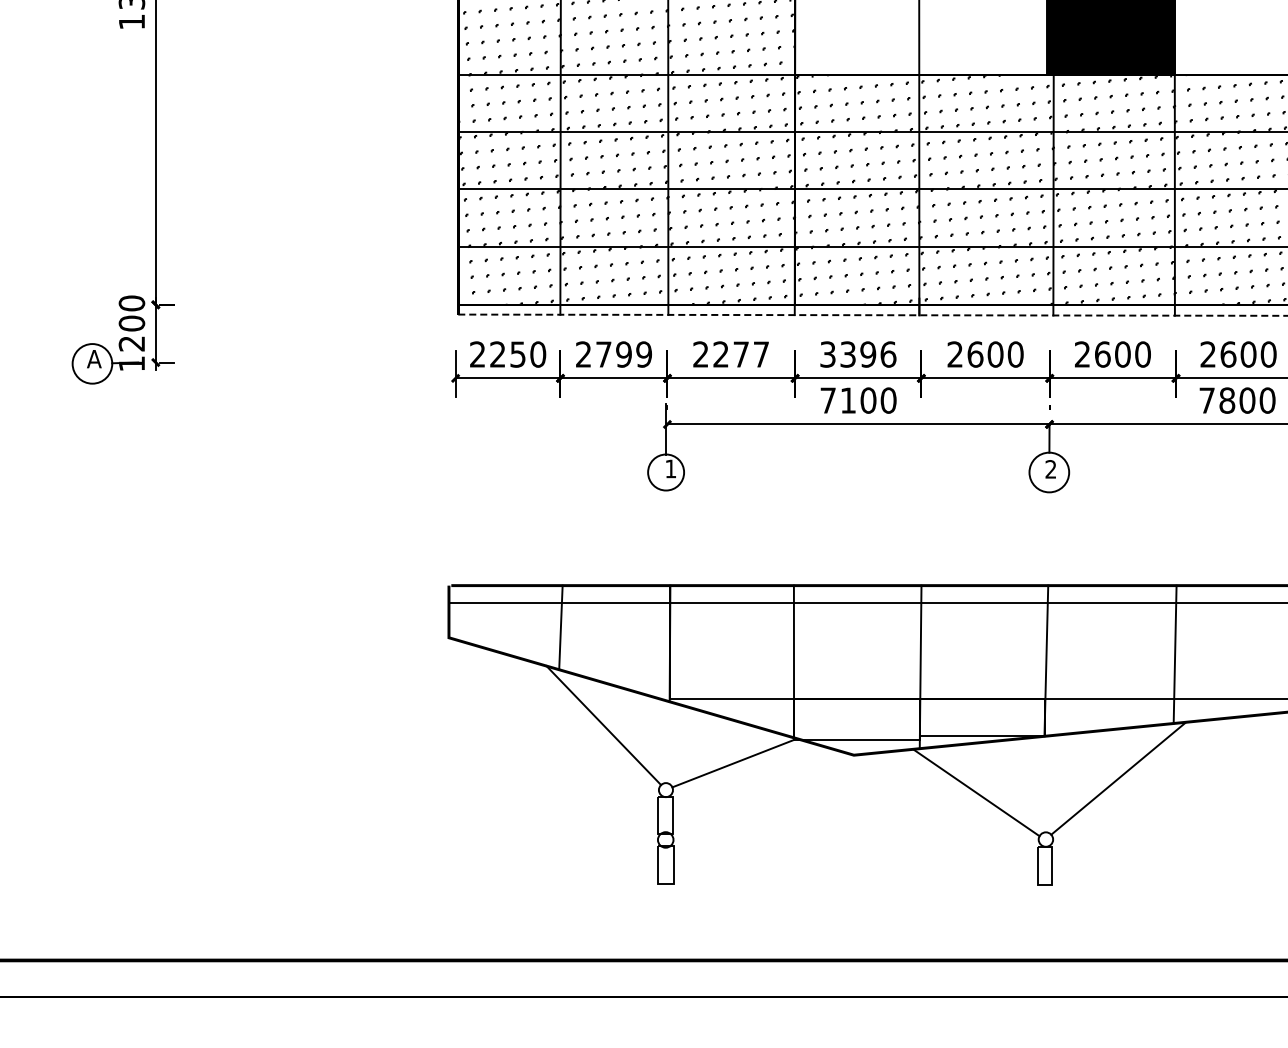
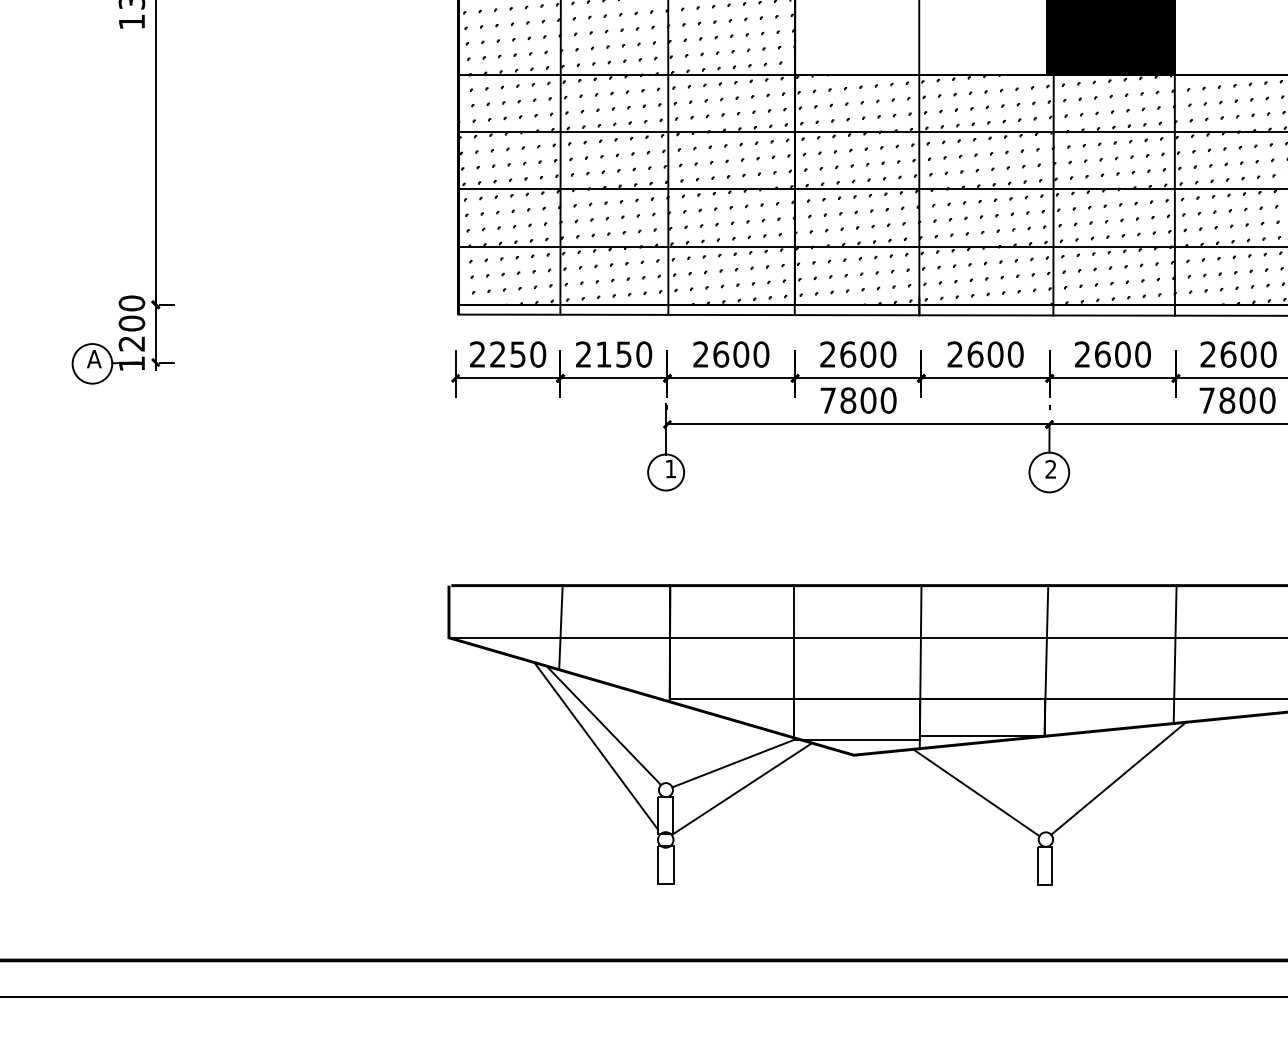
line at (873, 315): dashed -> solid
text at (624, 354): 2799 -> 2150
text at (741, 354): 2277 -> 2600
text at (858, 354): 3396 -> 2600
text at (848, 400): 7100 -> 7800
line at (866, 602) position: (866, 602) -> (866, 637)
line at (596, 745): none -> present
line at (742, 788): none -> present
